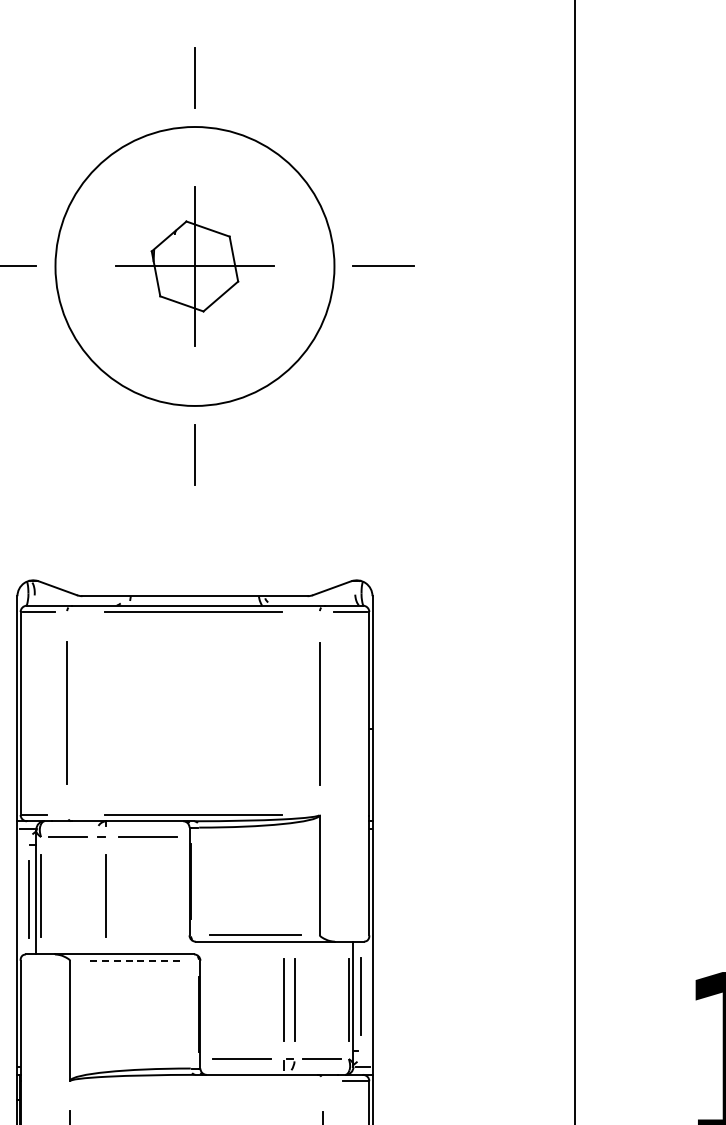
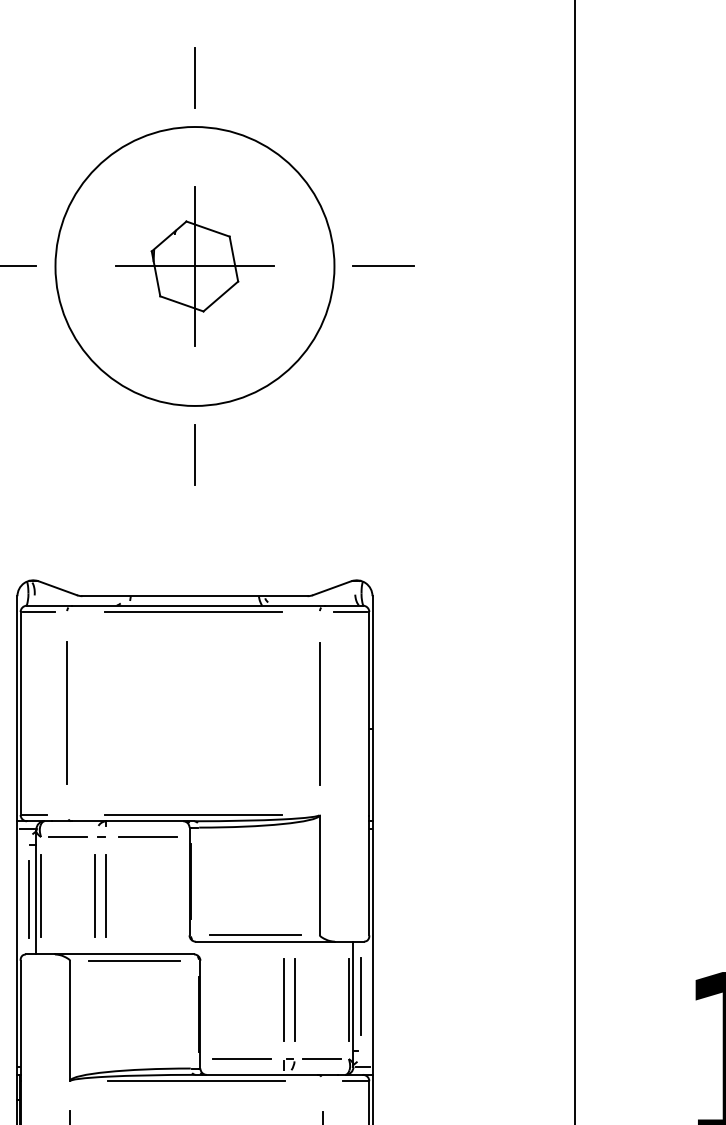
line at (95, 895): none -> present
line at (134, 960): dashed -> solid
line at (196, 1081): none -> present
